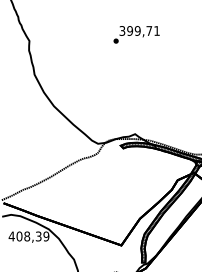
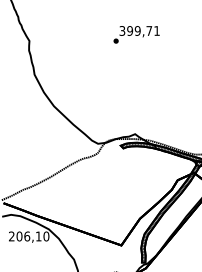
text at (28, 236): 408,39 -> 206,10
